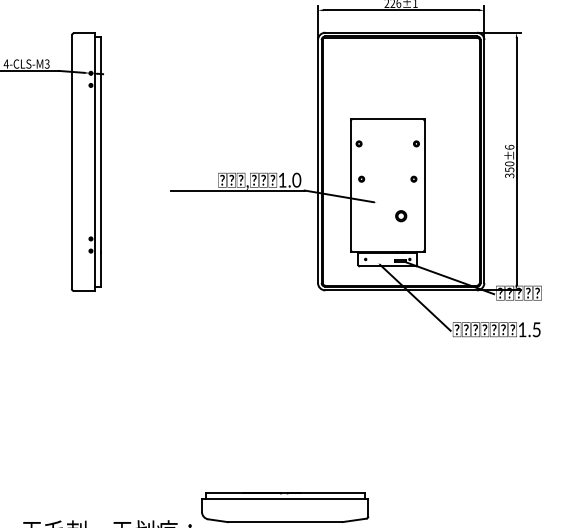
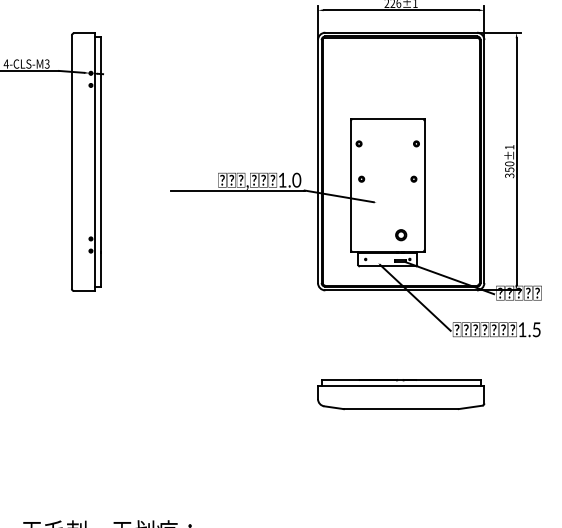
text at (509, 146): 350±6 -> 350±1
part at (401, 216) position: (401, 216) -> (401, 235)
part at (285, 507) position: (285, 507) -> (401, 394)
